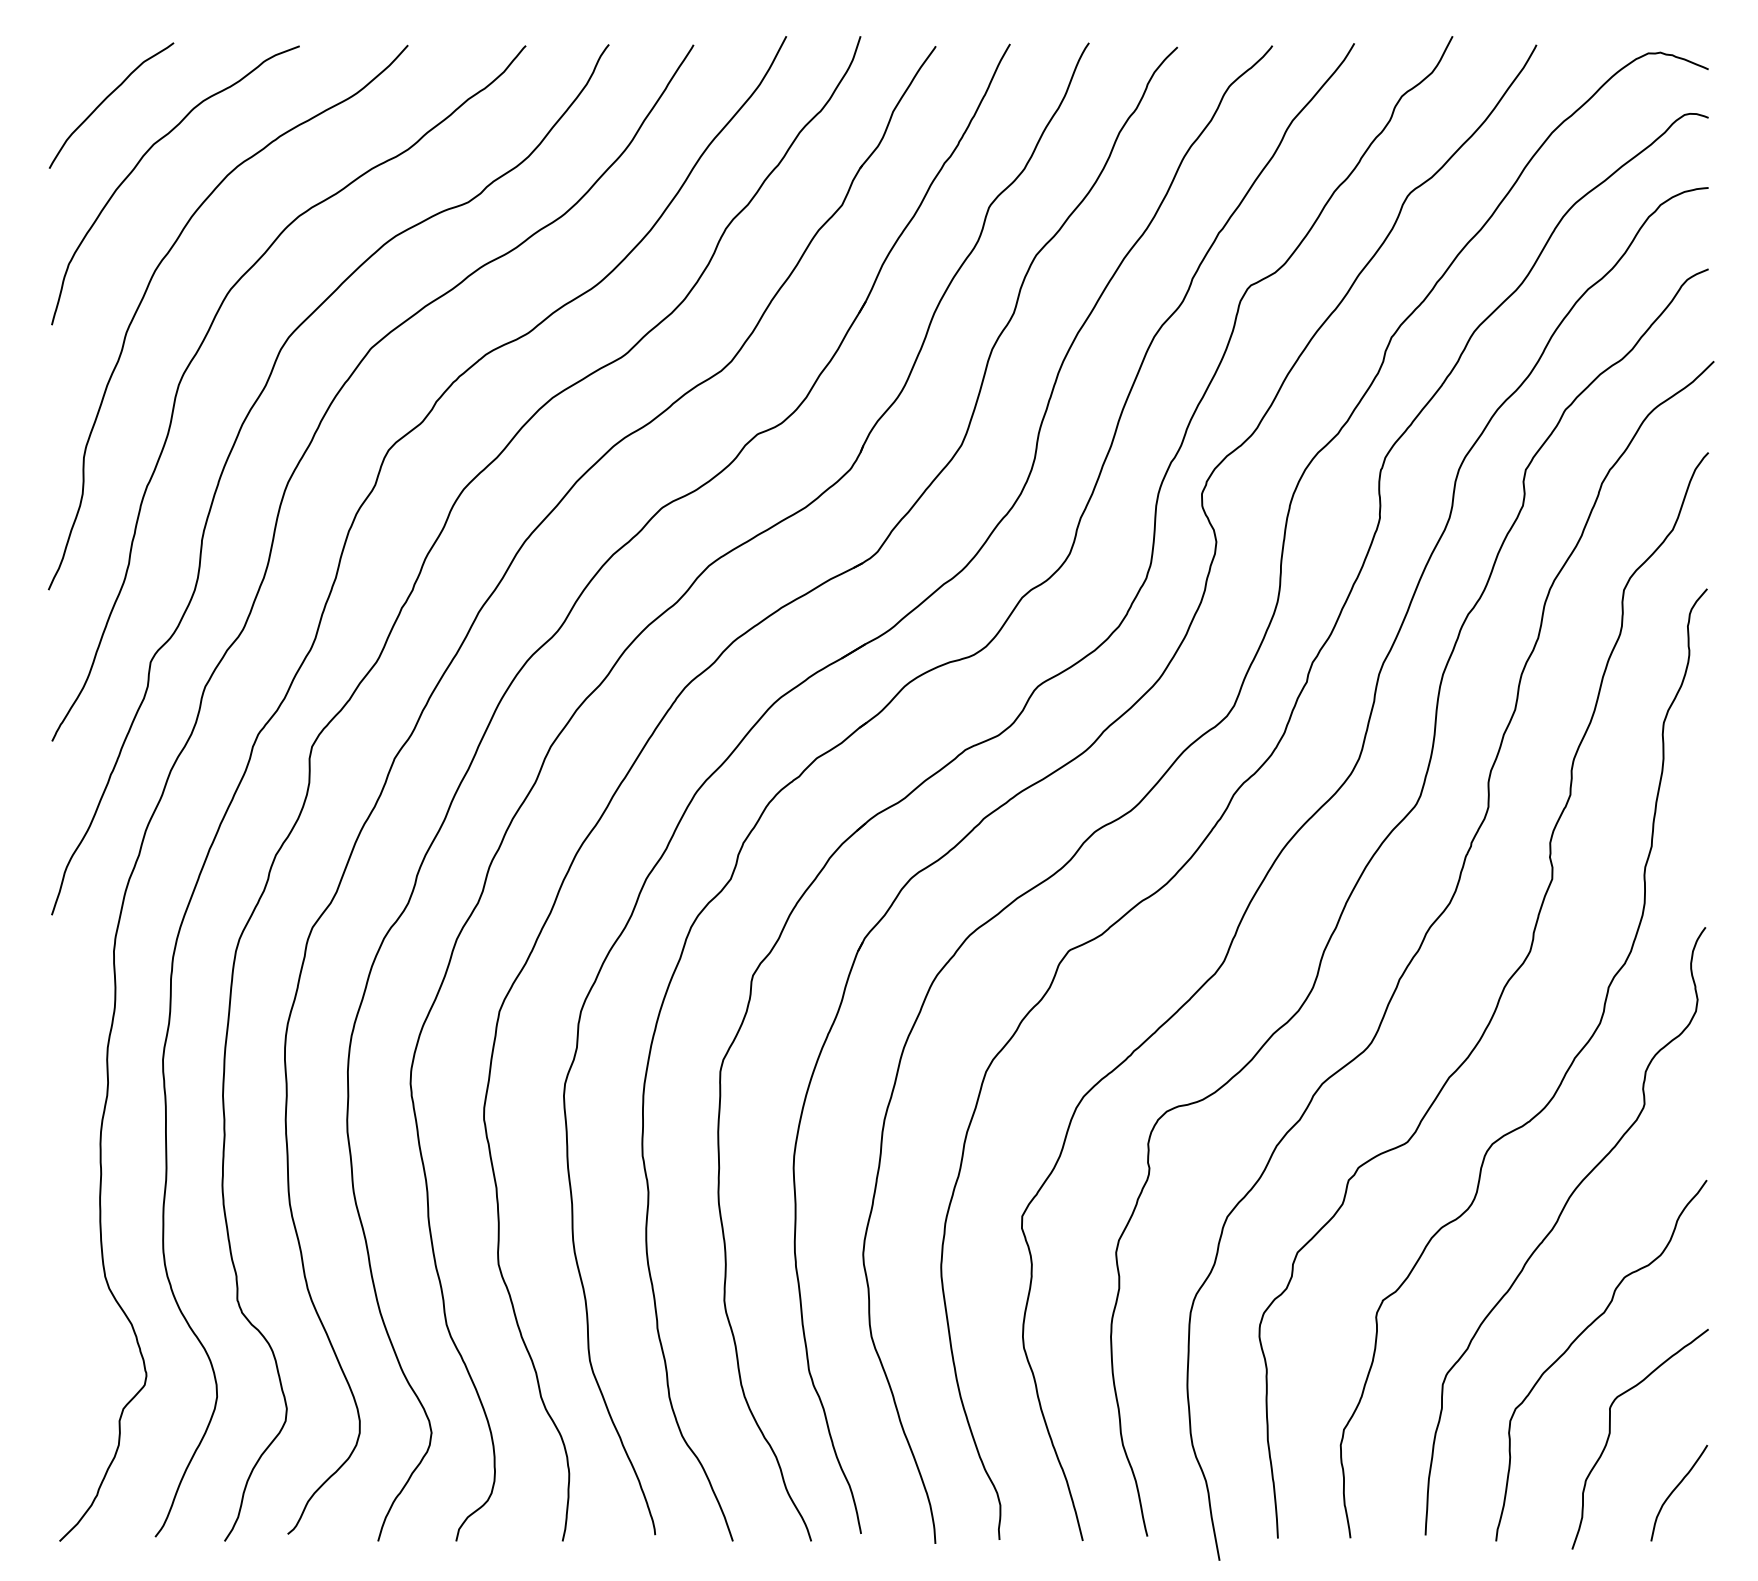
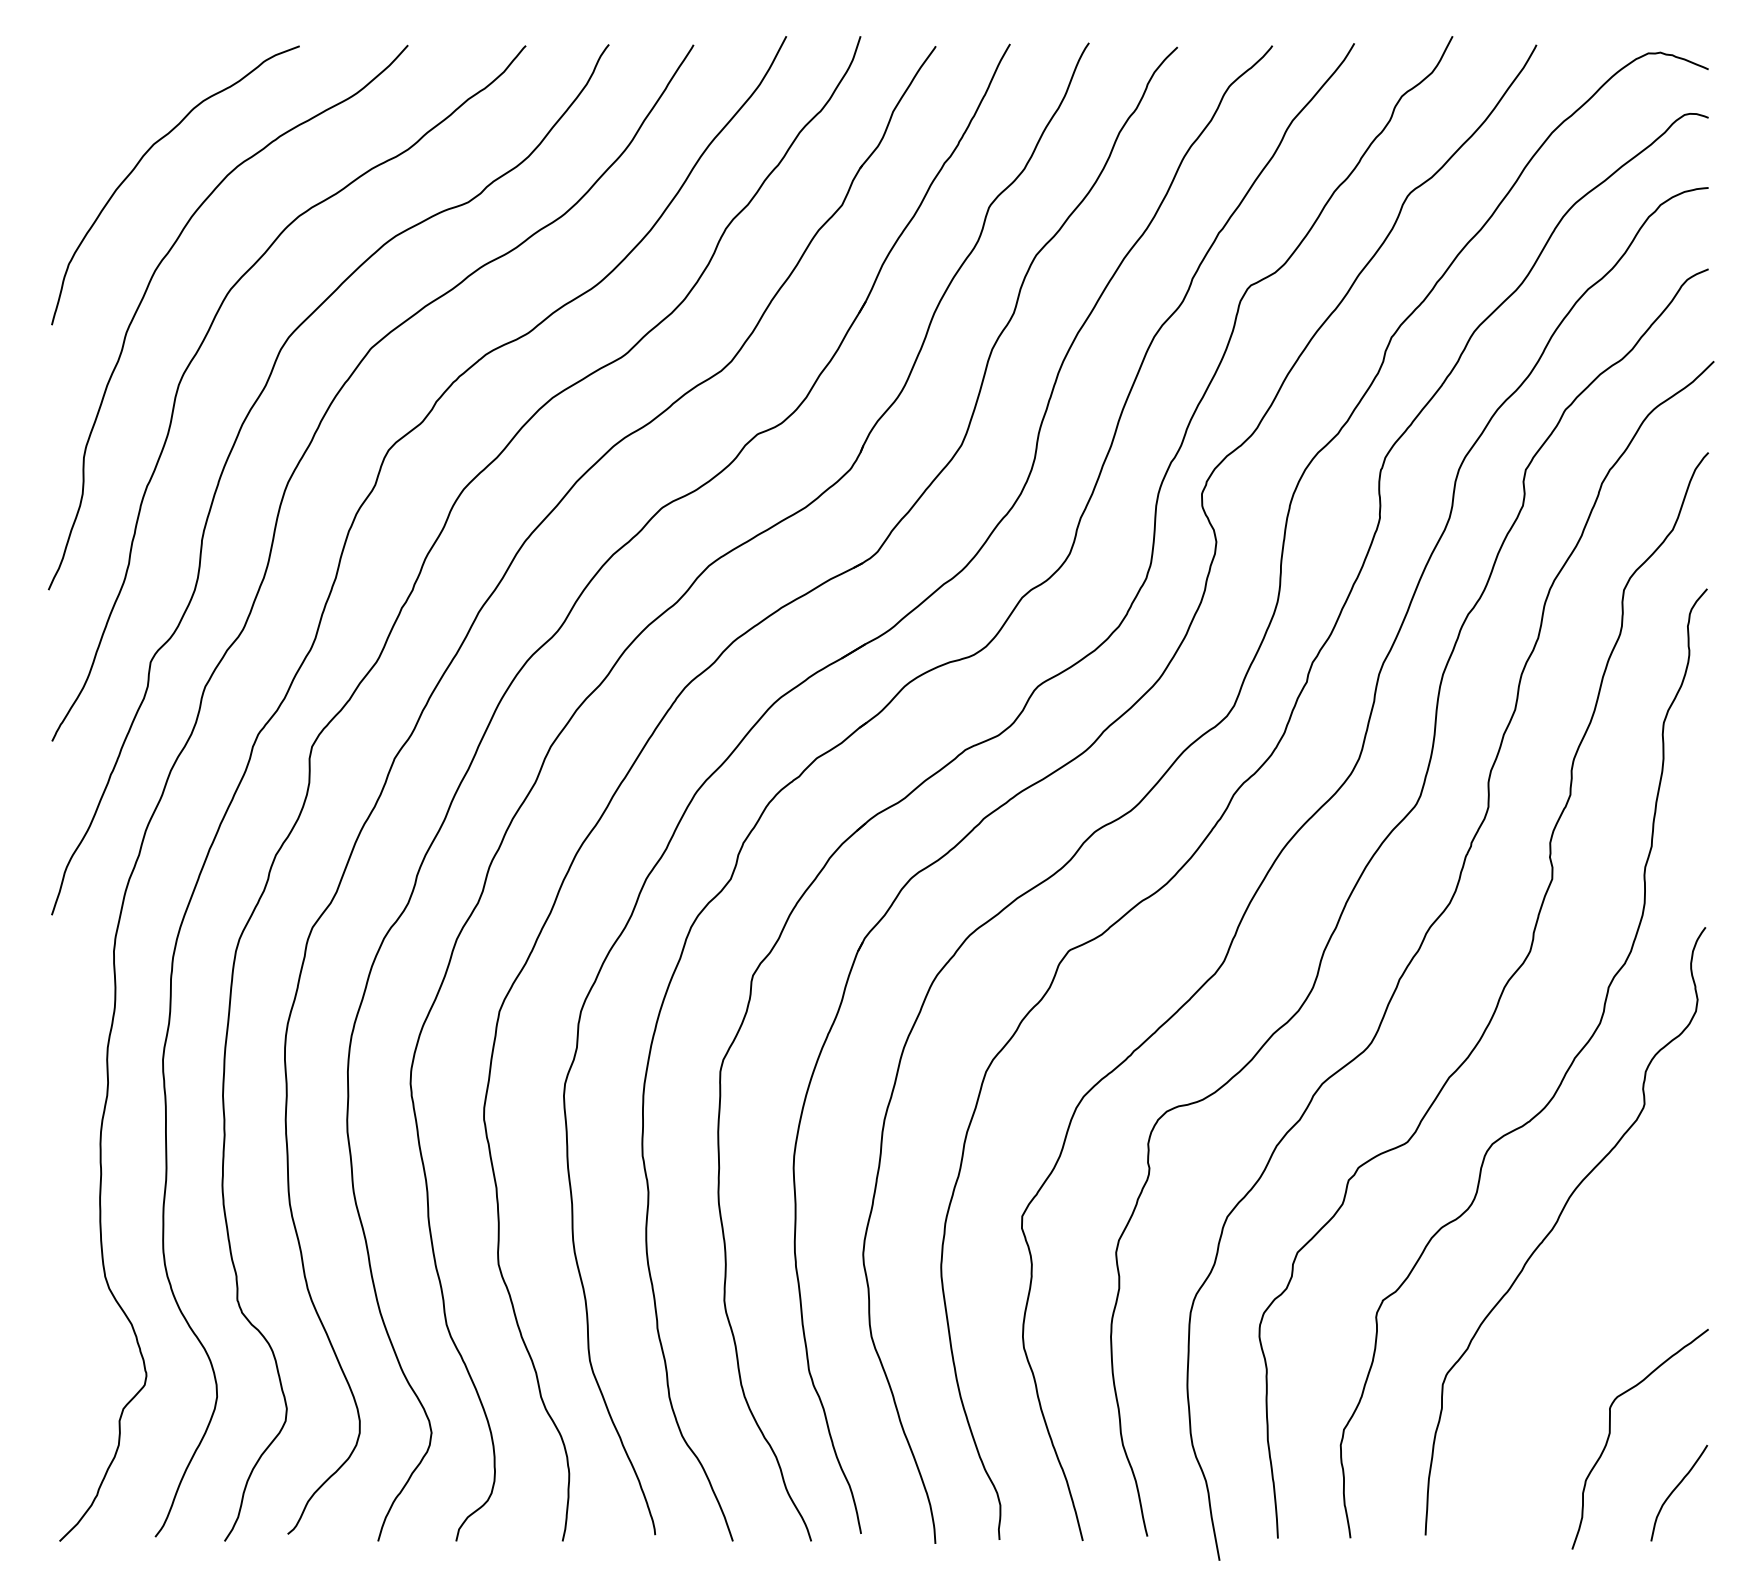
curve at (106, 99): present -> none
curve at (1575, 1341): present -> none
